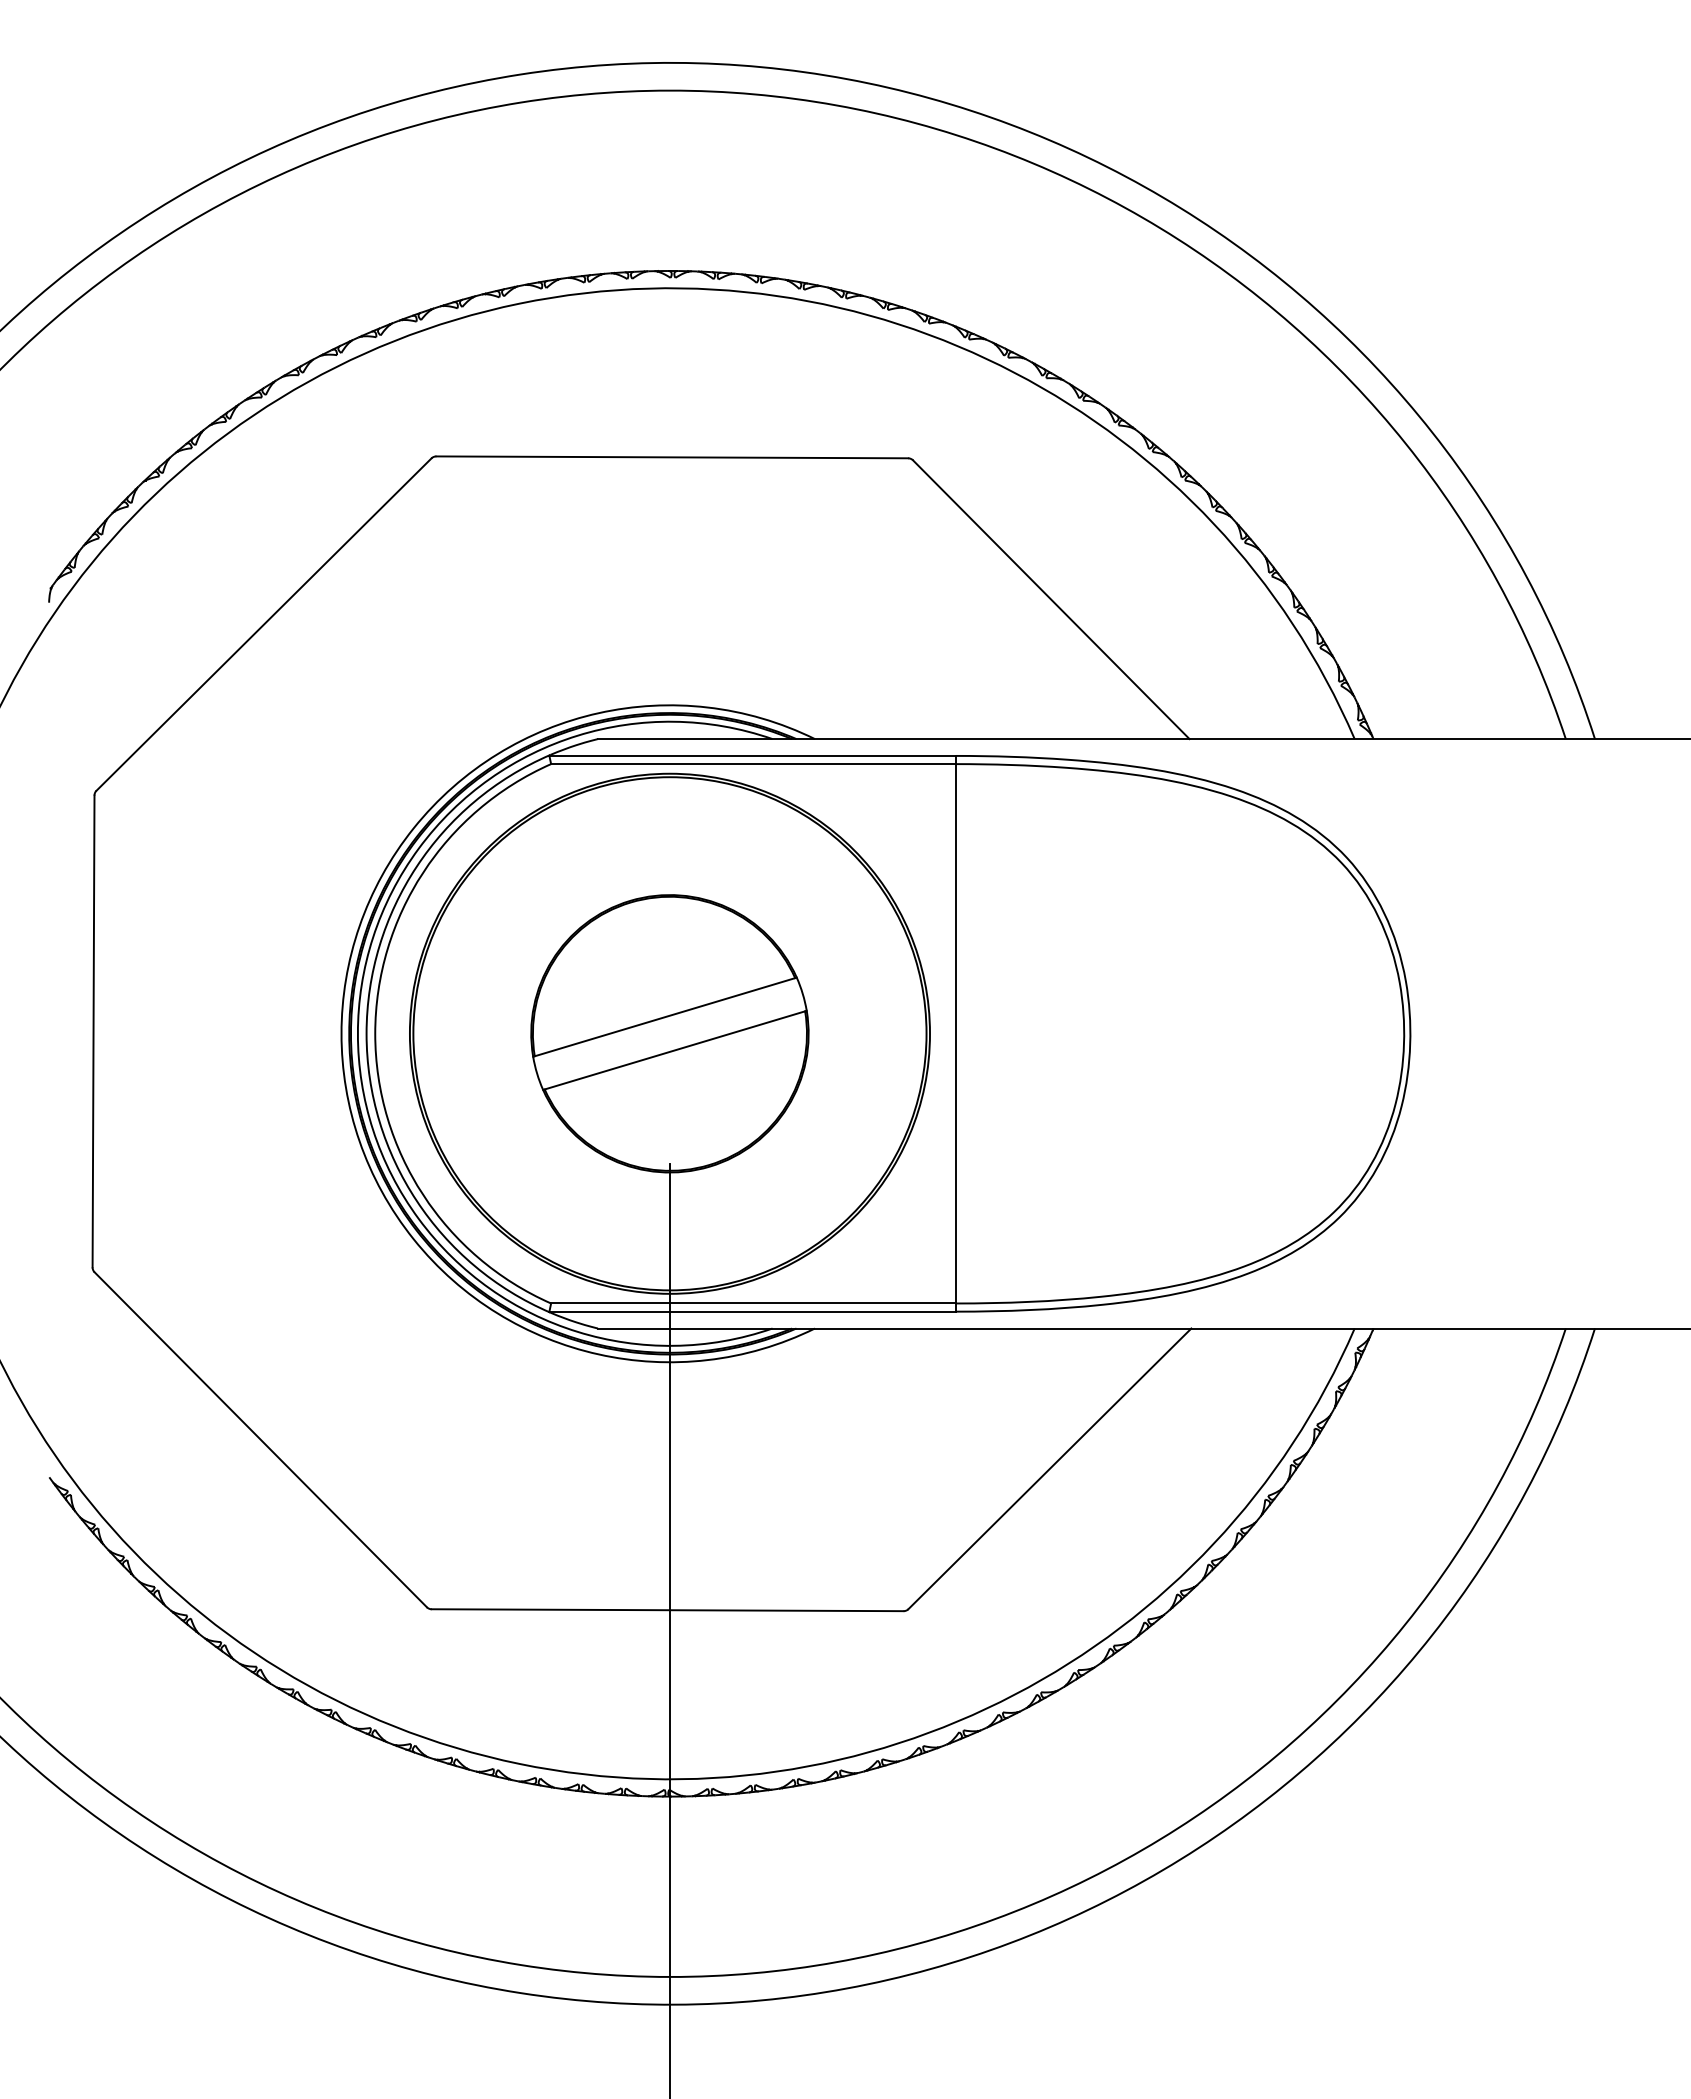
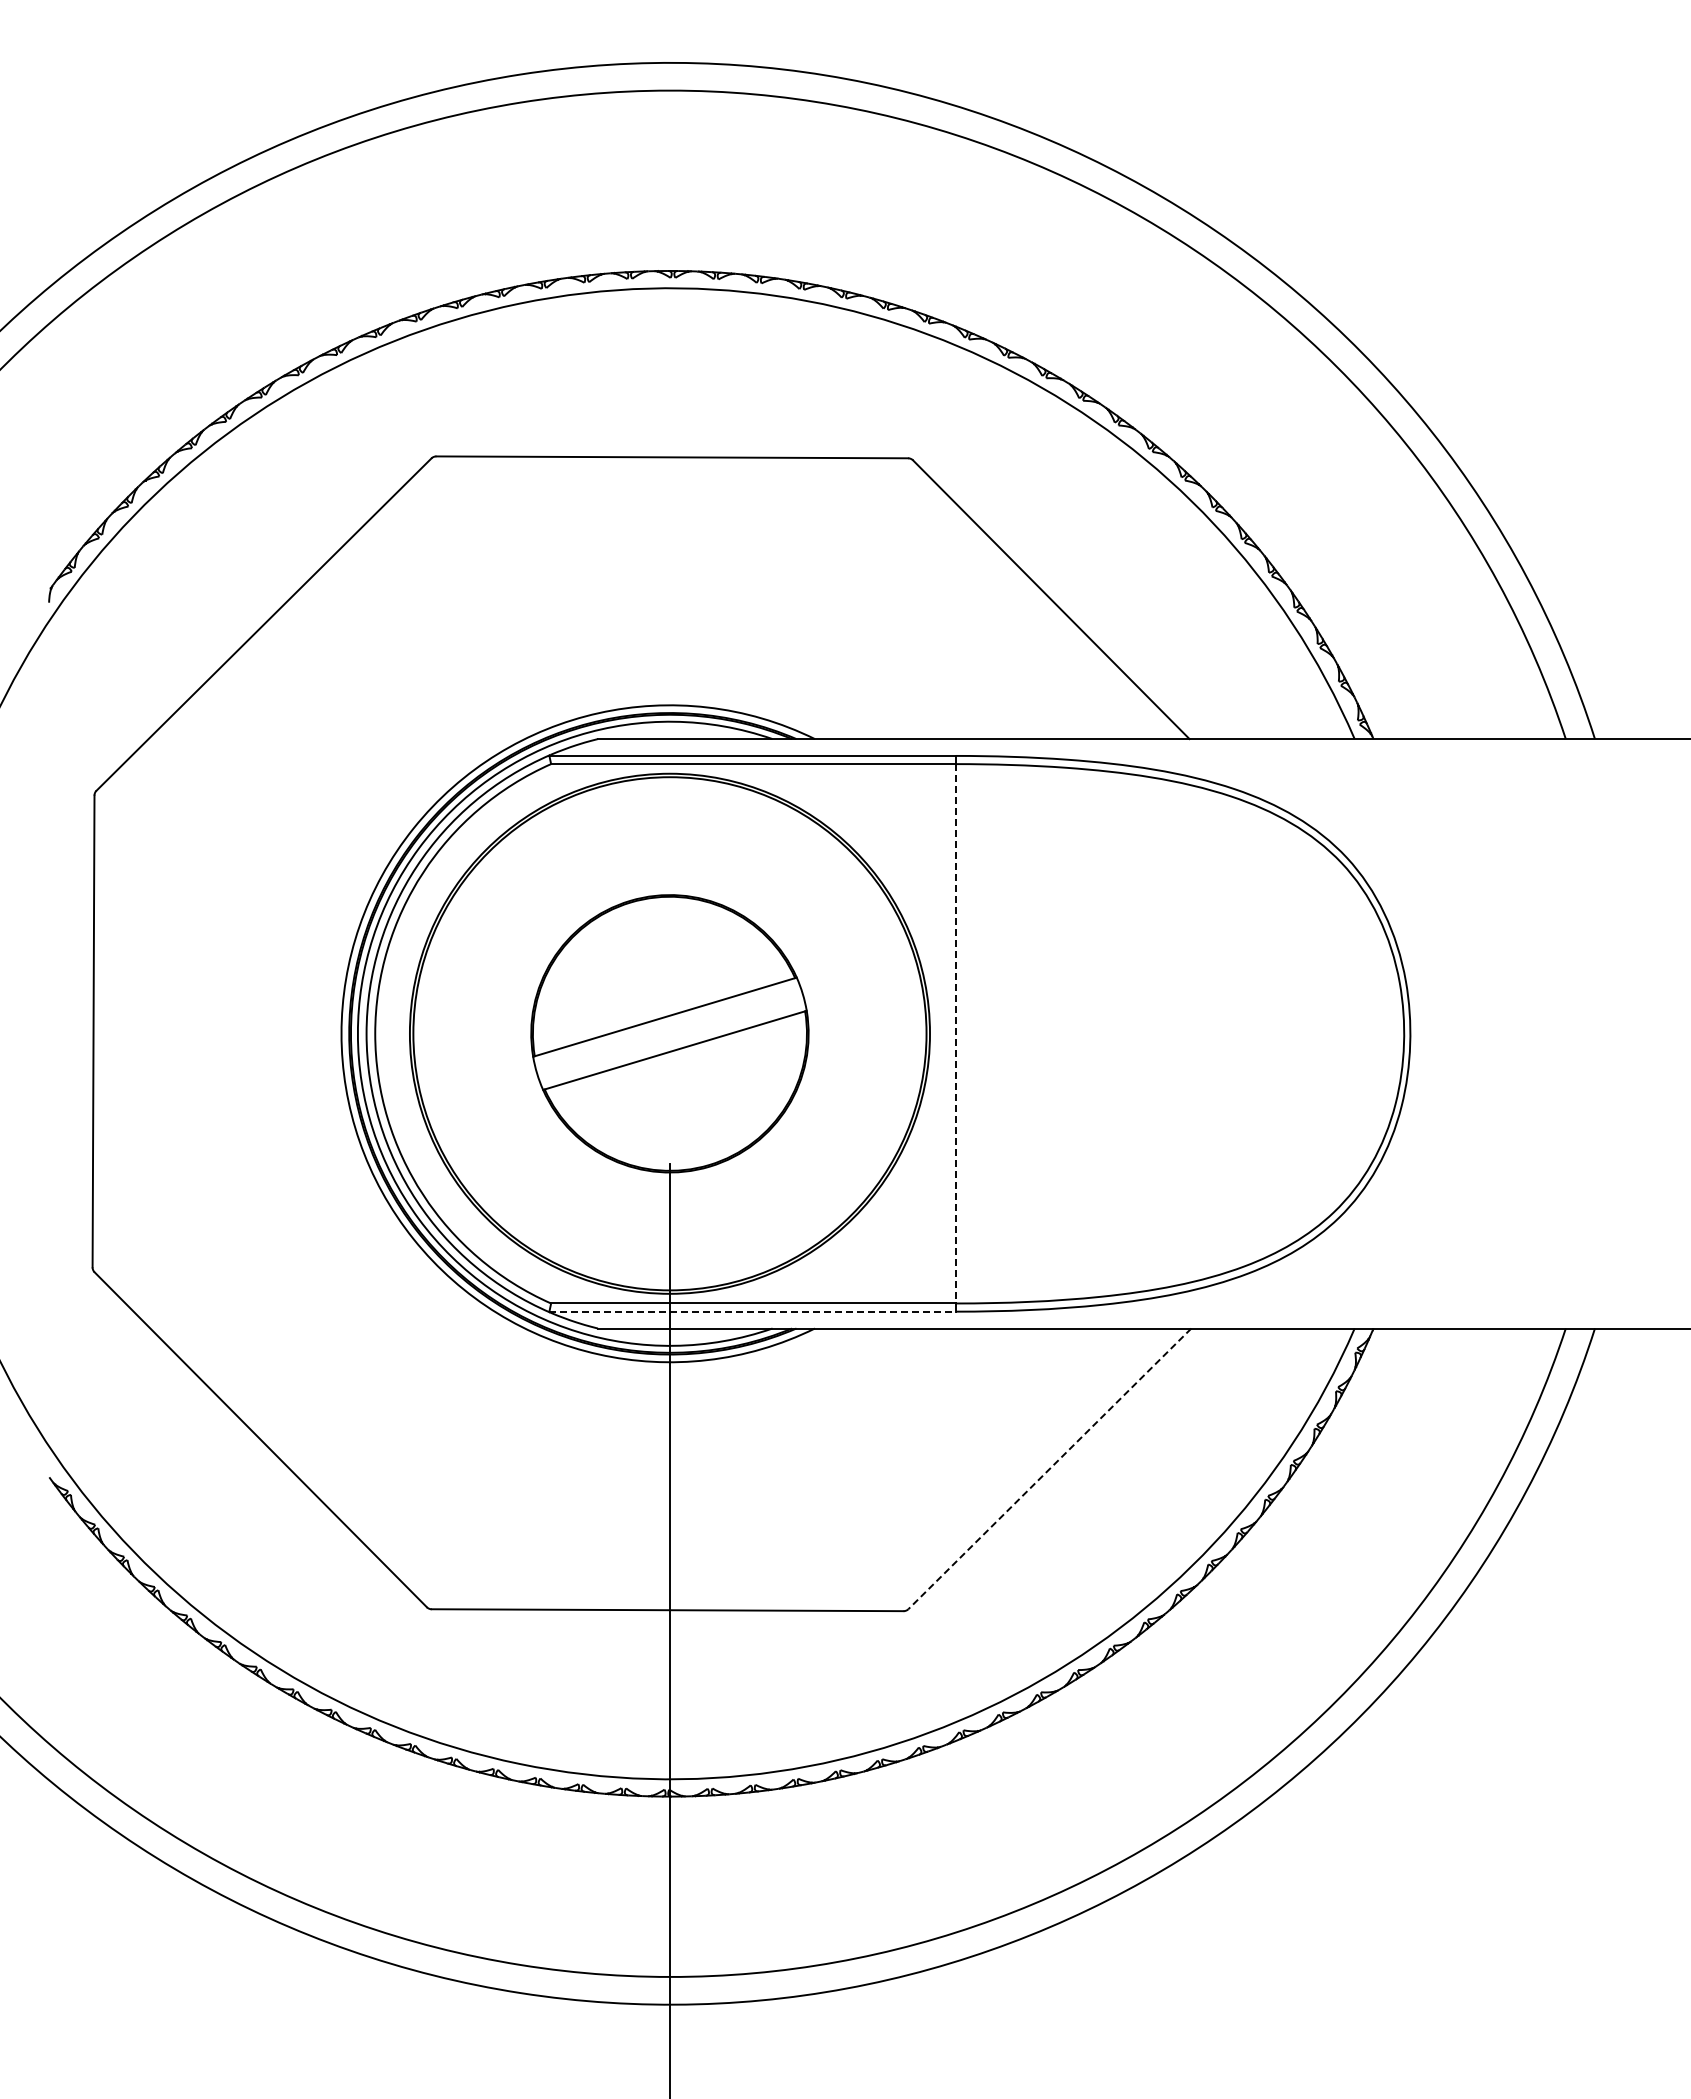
line at (956, 1033): solid -> dashed
line at (753, 1311): solid -> dashed
line at (1049, 1469): solid -> dashed
